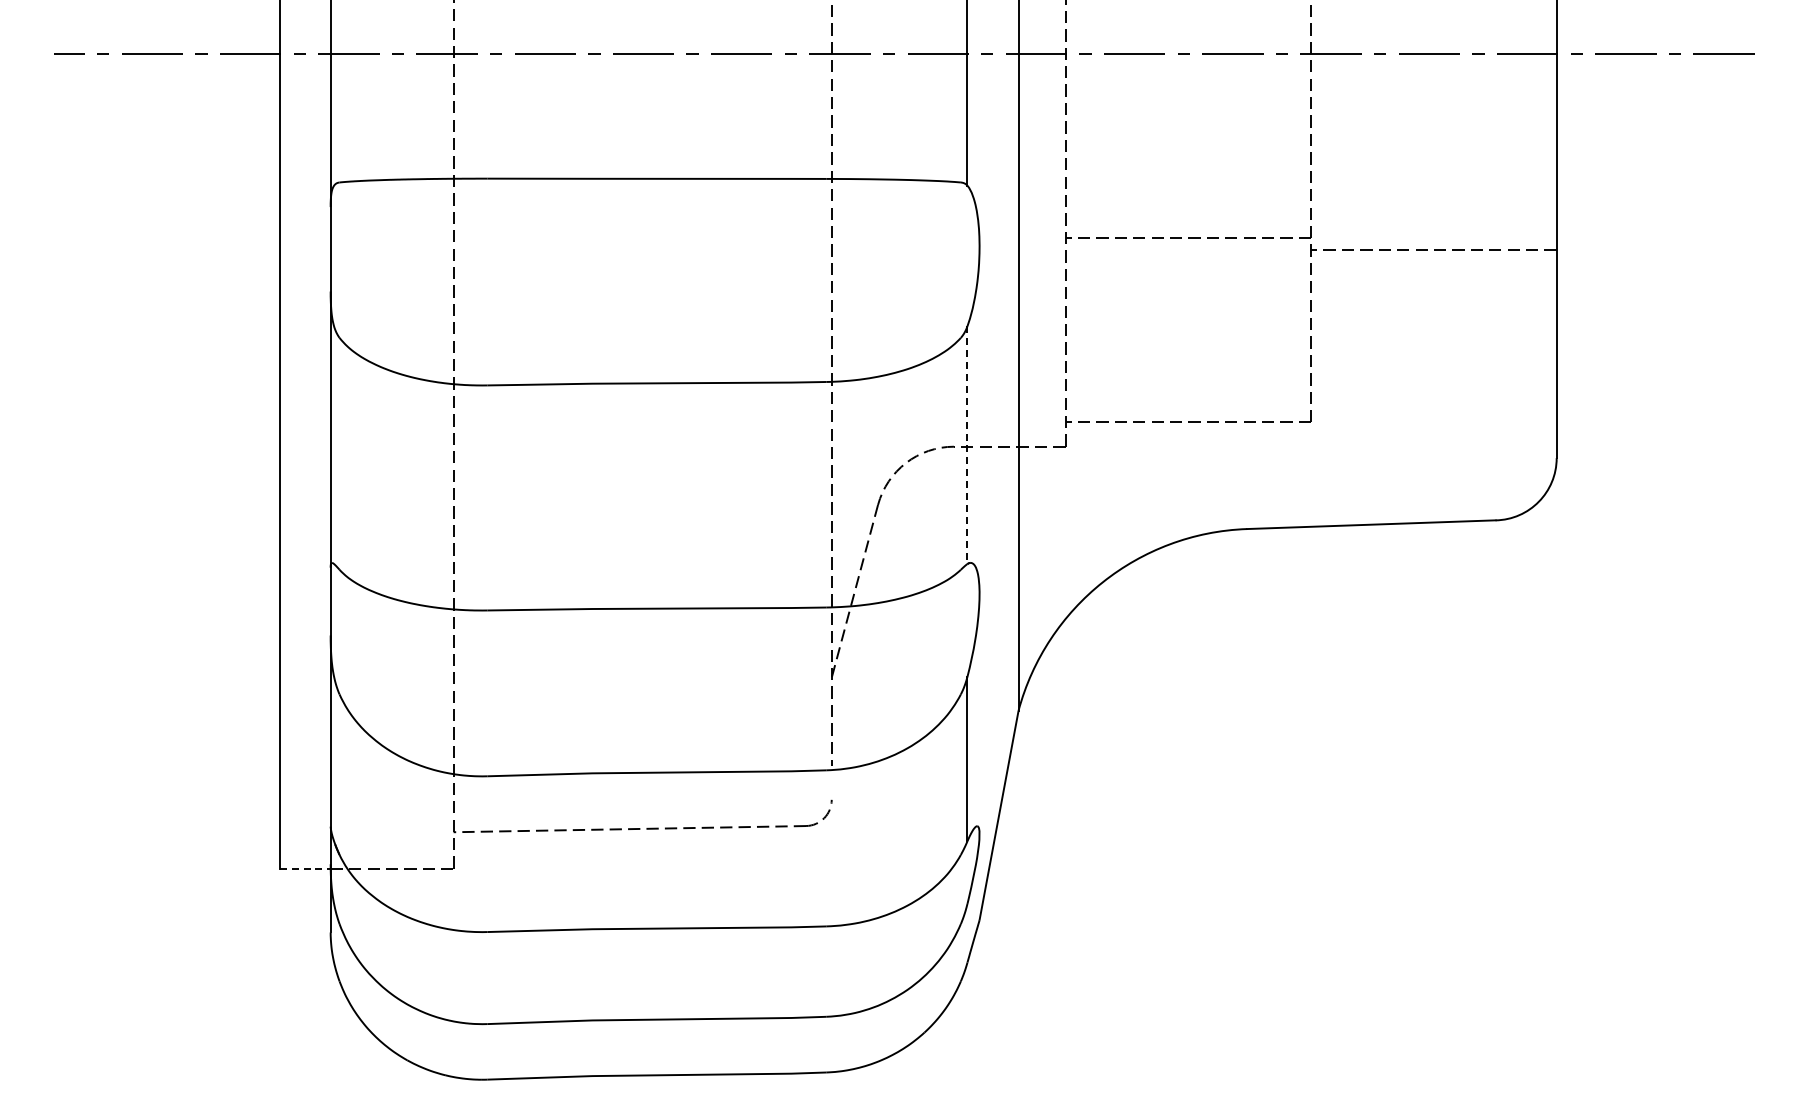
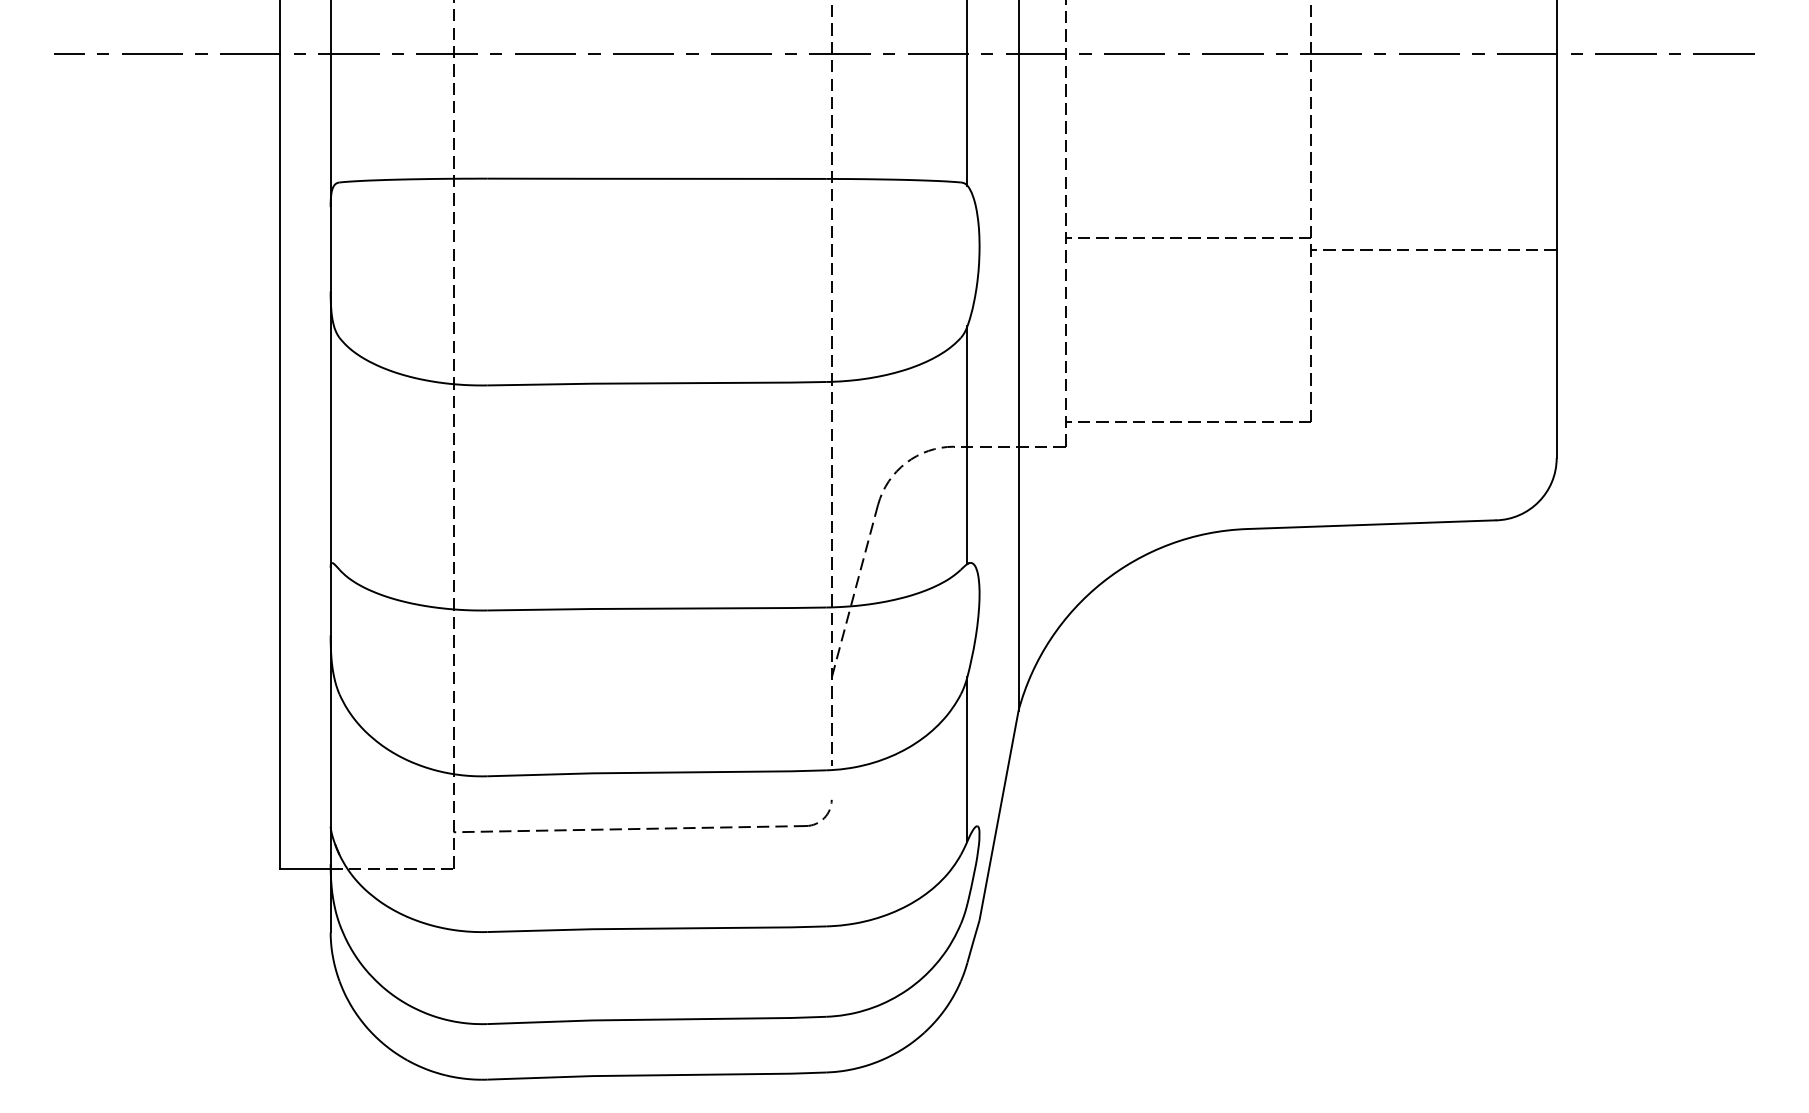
line at (967, 445): dashed -> solid
line at (305, 868): dashed -> solid
